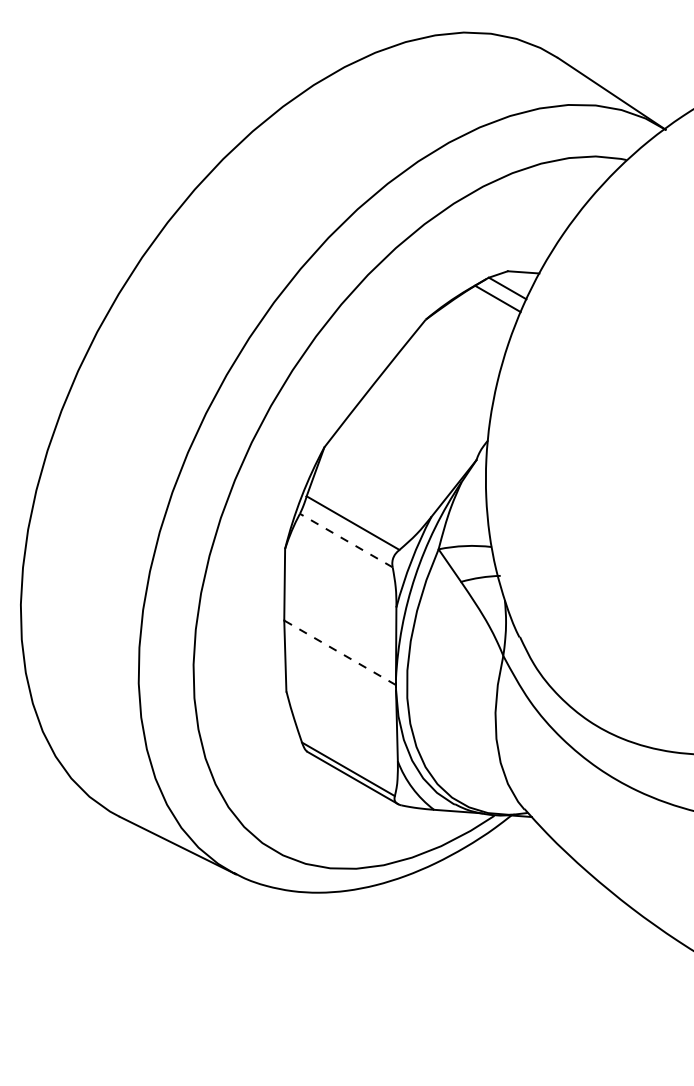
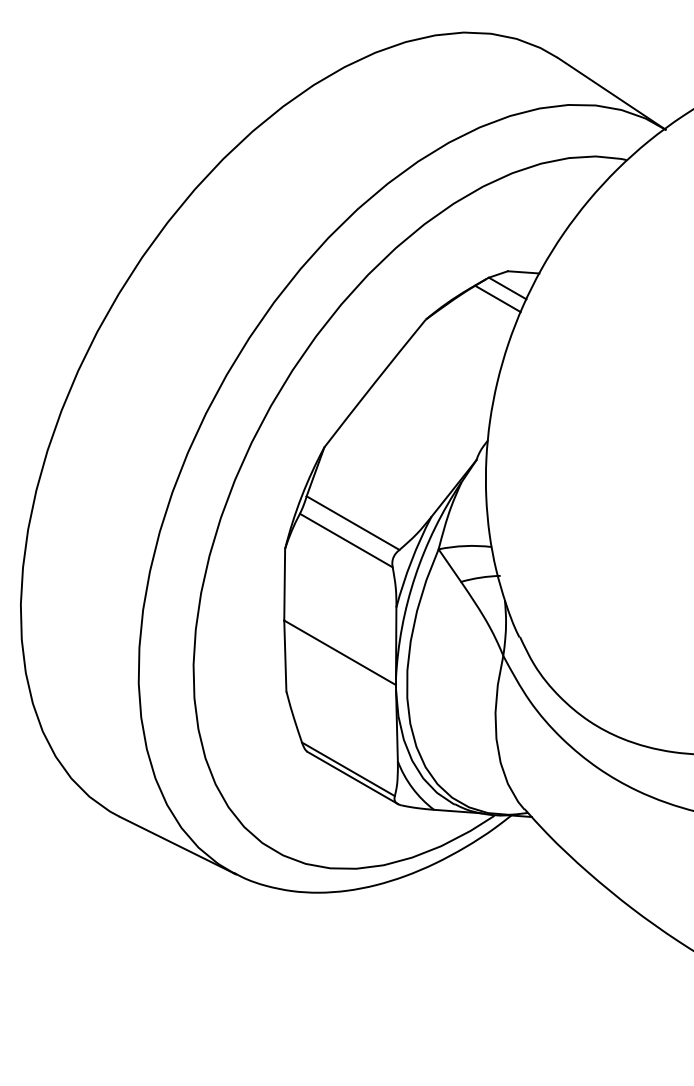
line at (346, 540): dashed -> solid
line at (340, 652): dashed -> solid
